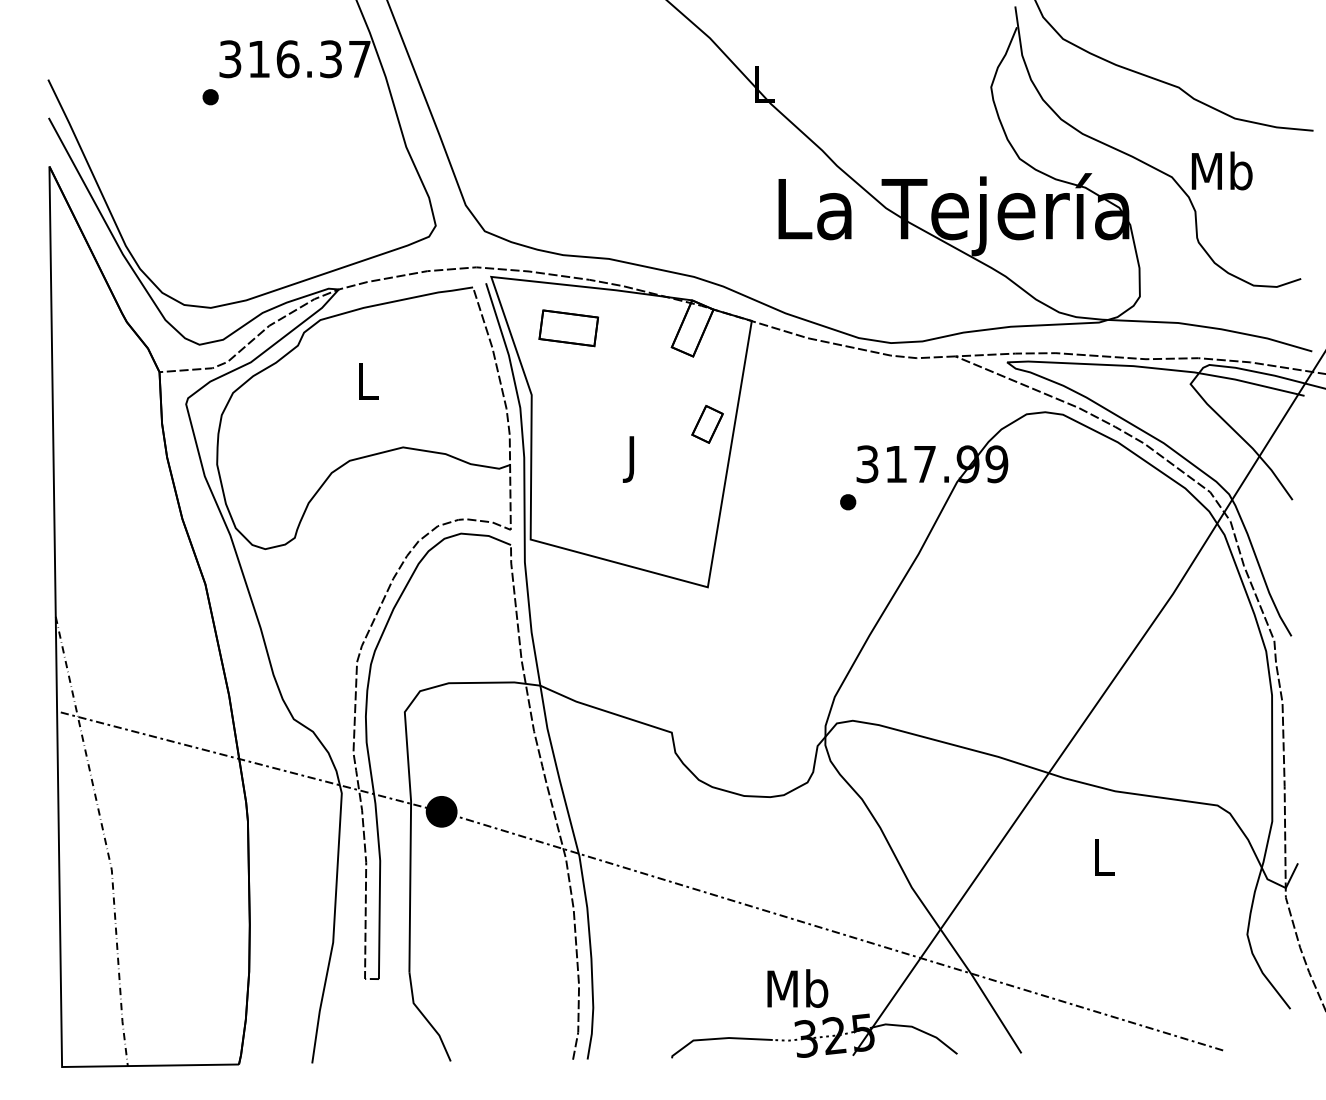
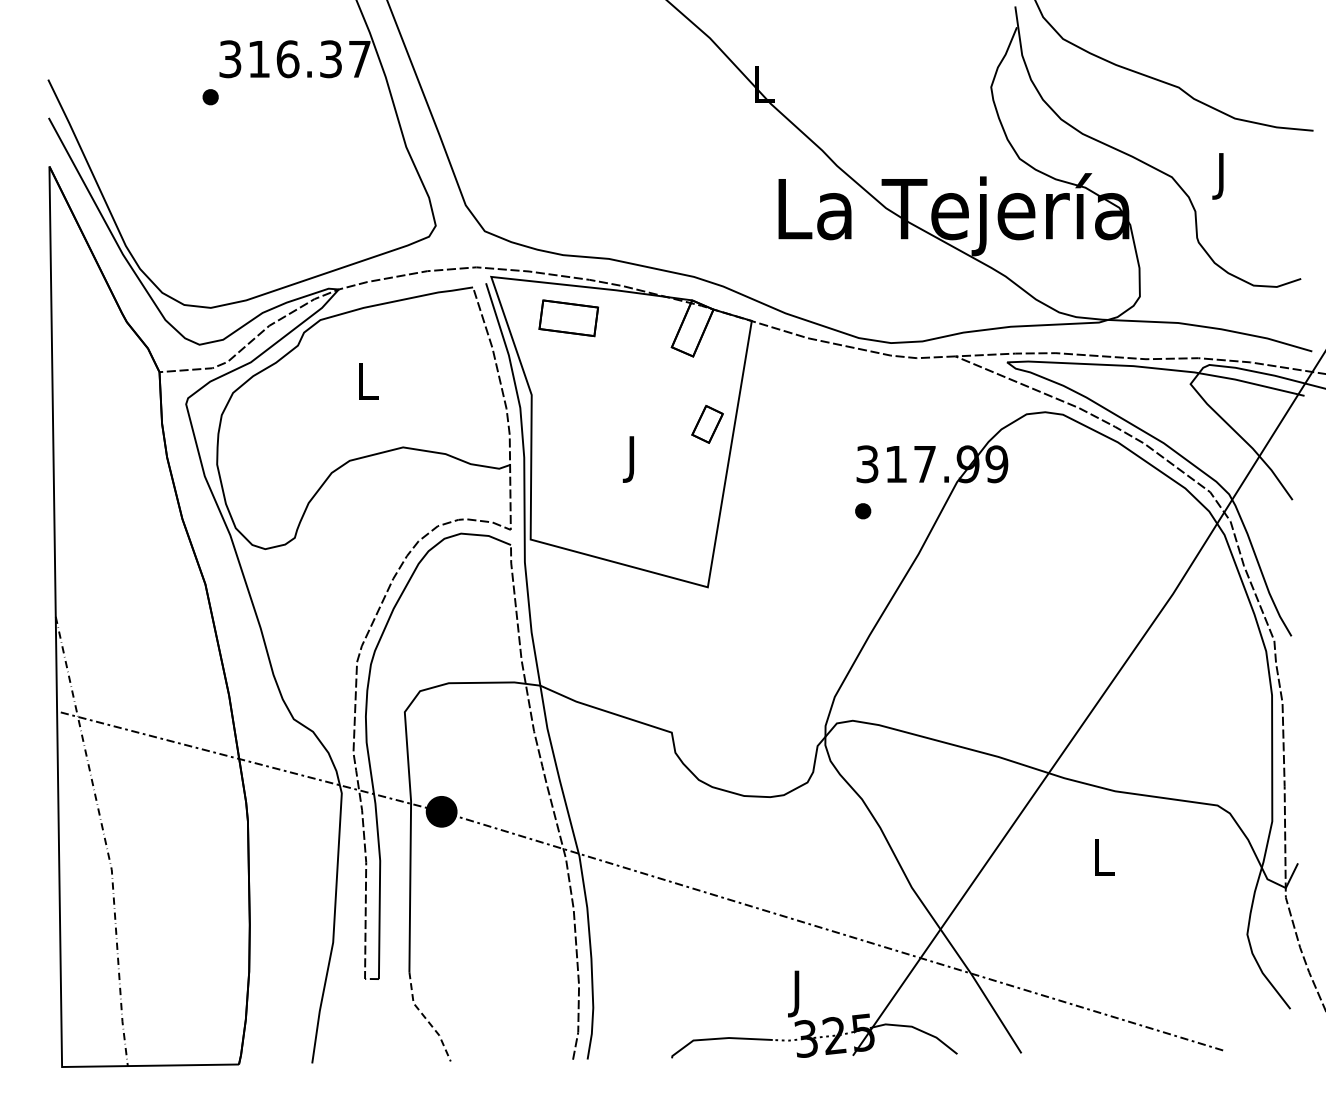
text at (1221, 175): Mb -> J
part at (568, 328) position: (568, 328) -> (568, 318)
part at (848, 502) position: (848, 502) -> (863, 511)
text at (797, 993): Mb -> J
line at (425, 1018): solid -> dashed
